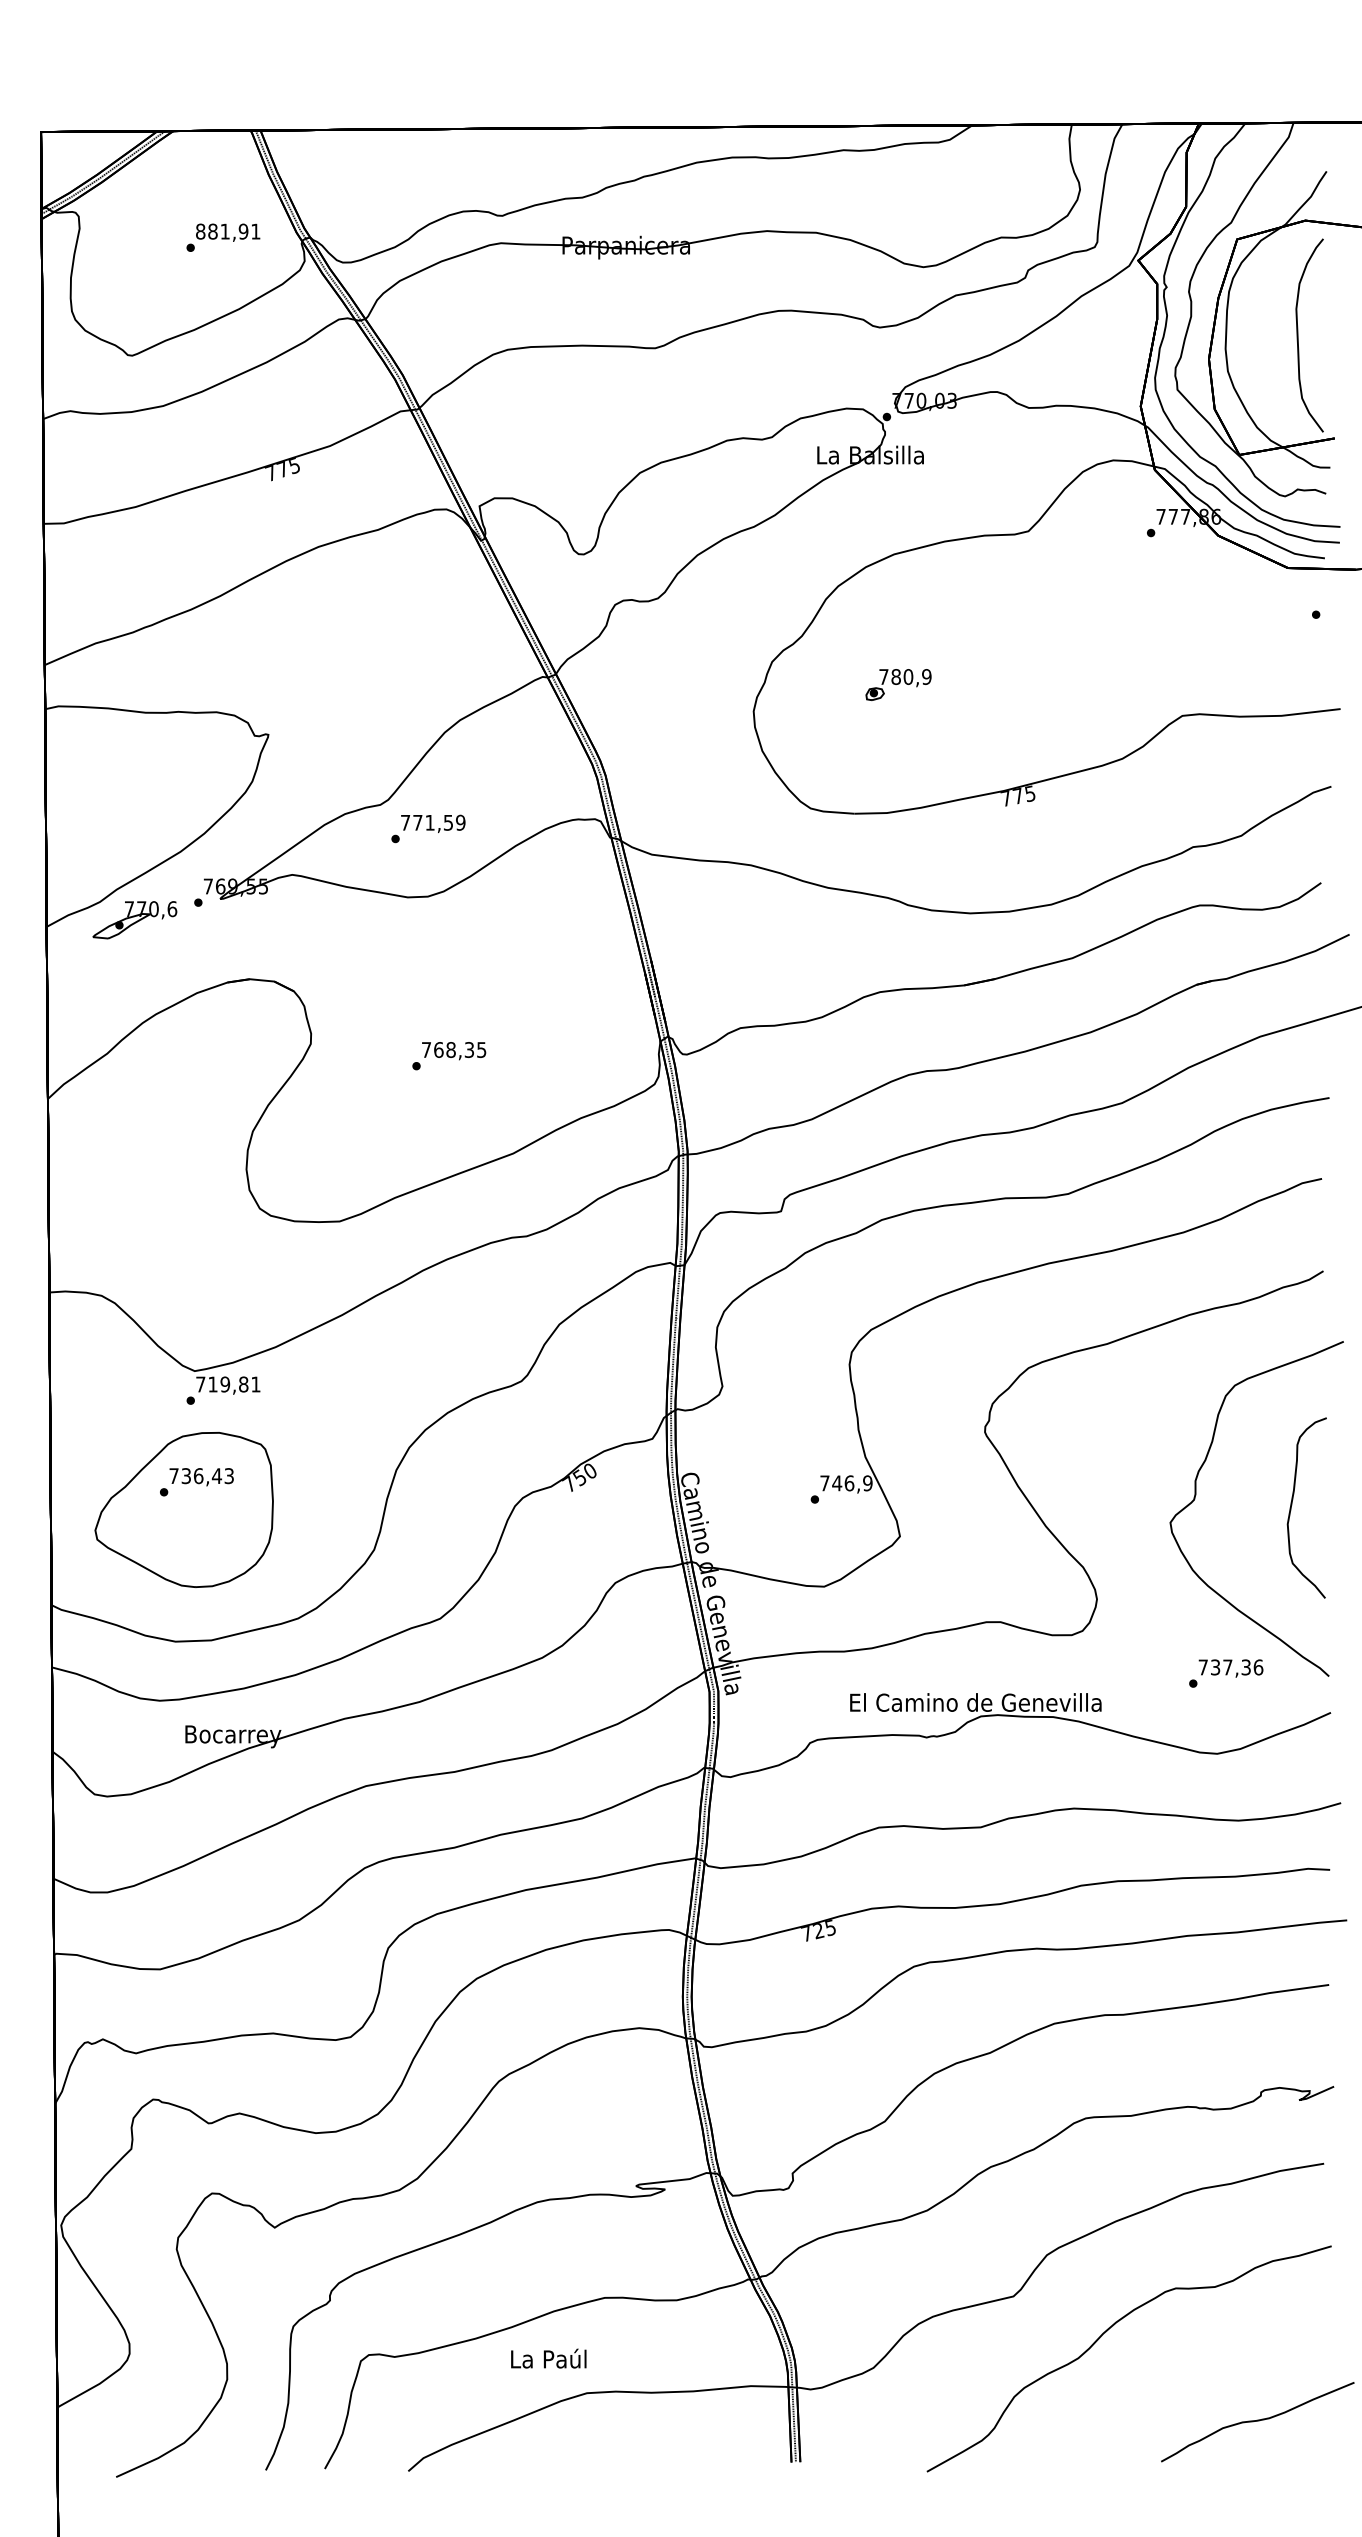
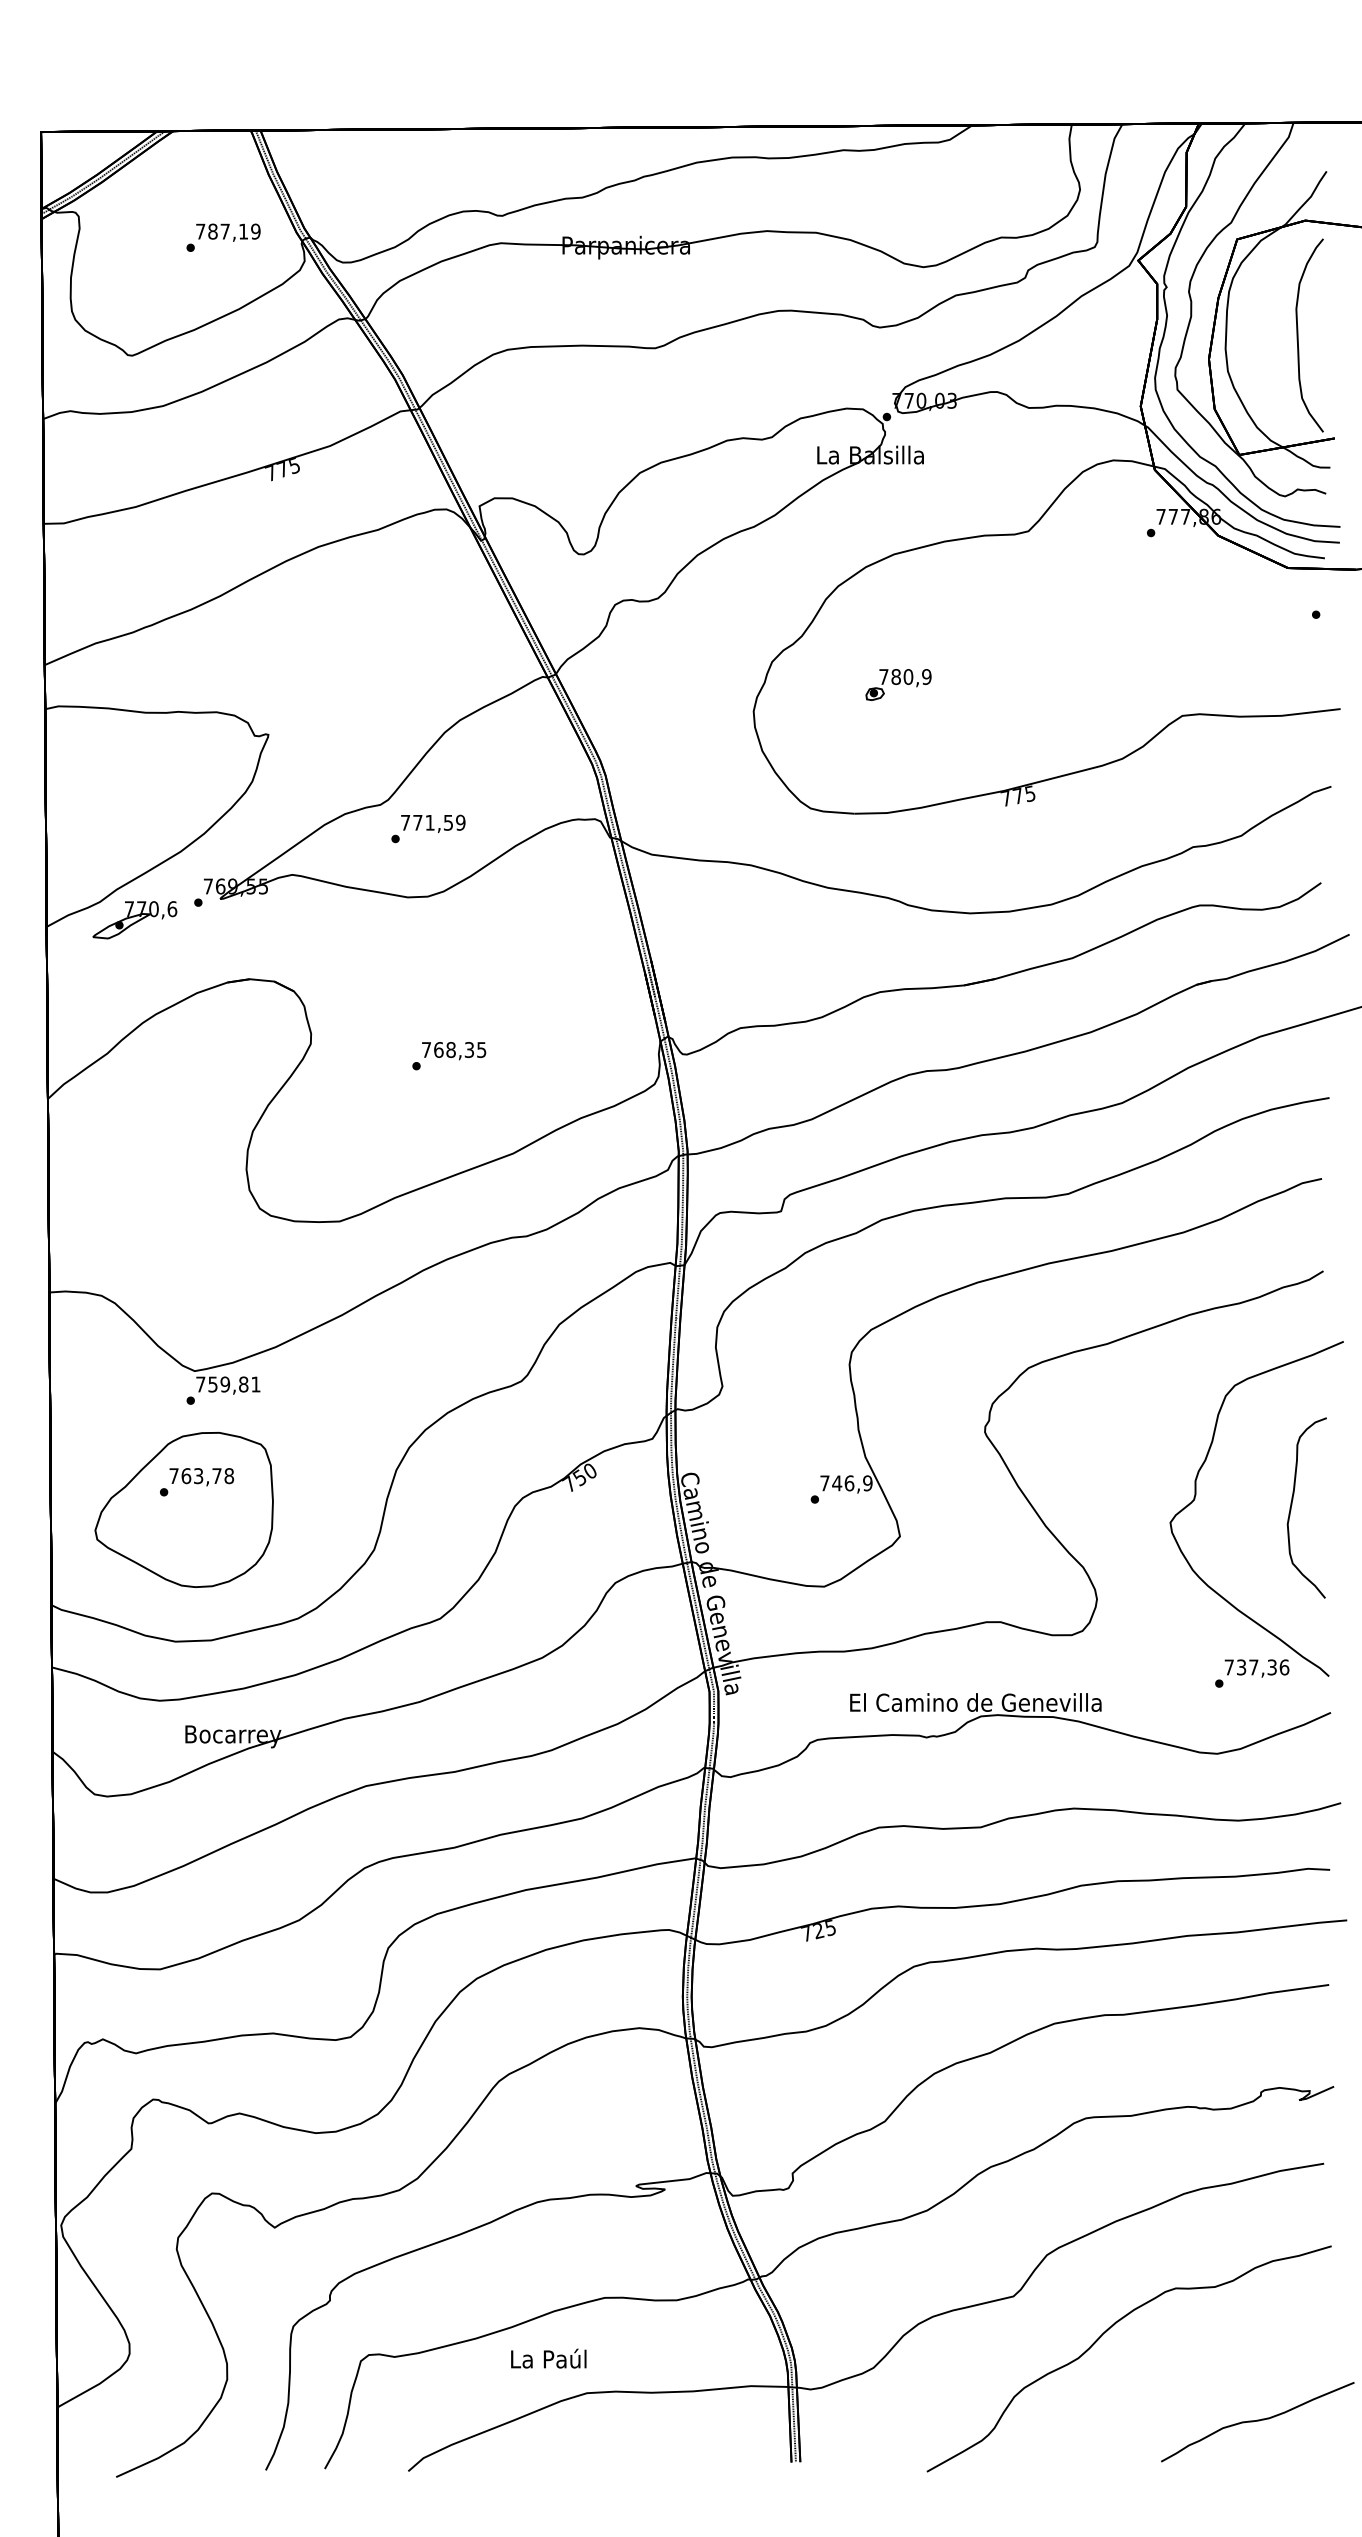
text at (228, 231): 881,91 -> 787,19
text at (212, 1384): 719,81 -> 759,81
text at (207, 1476): 736,43 -> 763,78
text at (1226, 1673) position: (1226, 1673) -> (1252, 1673)
